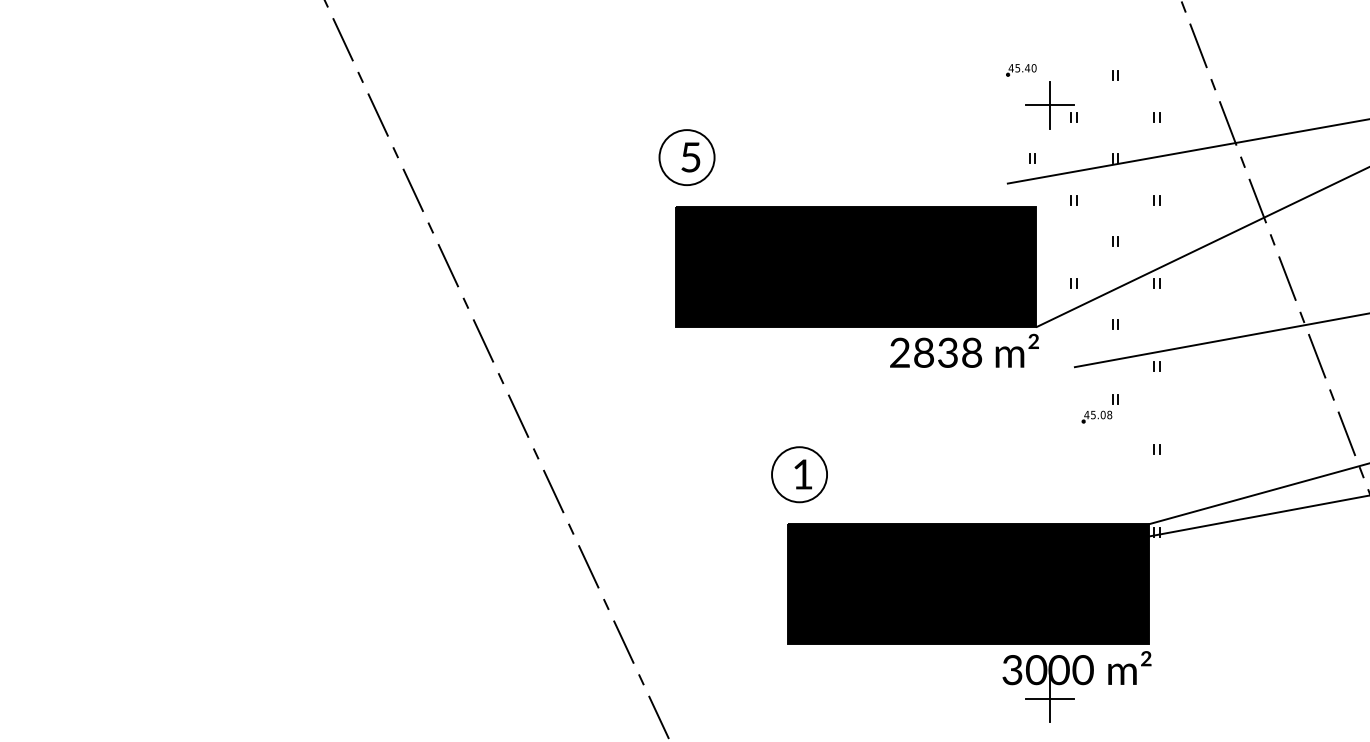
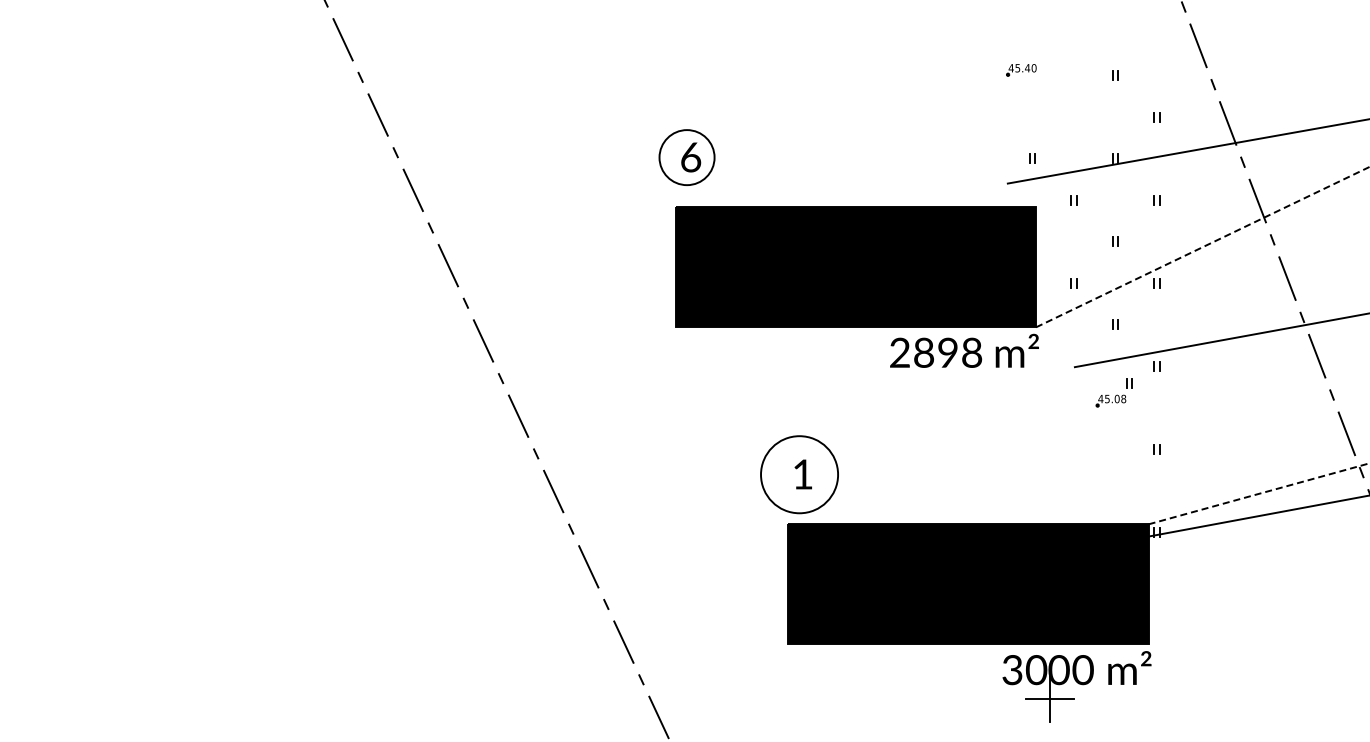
part at (1051, 105): present -> none
text at (691, 157): 5 -> 6
line at (1203, 246): solid -> dashed
text at (947, 352): 2838 -> 2898
part at (1099, 408) position: (1099, 408) -> (1113, 392)
circle at (799, 474) diameter: 55 px -> 77 px
line at (1259, 493): solid -> dashed
